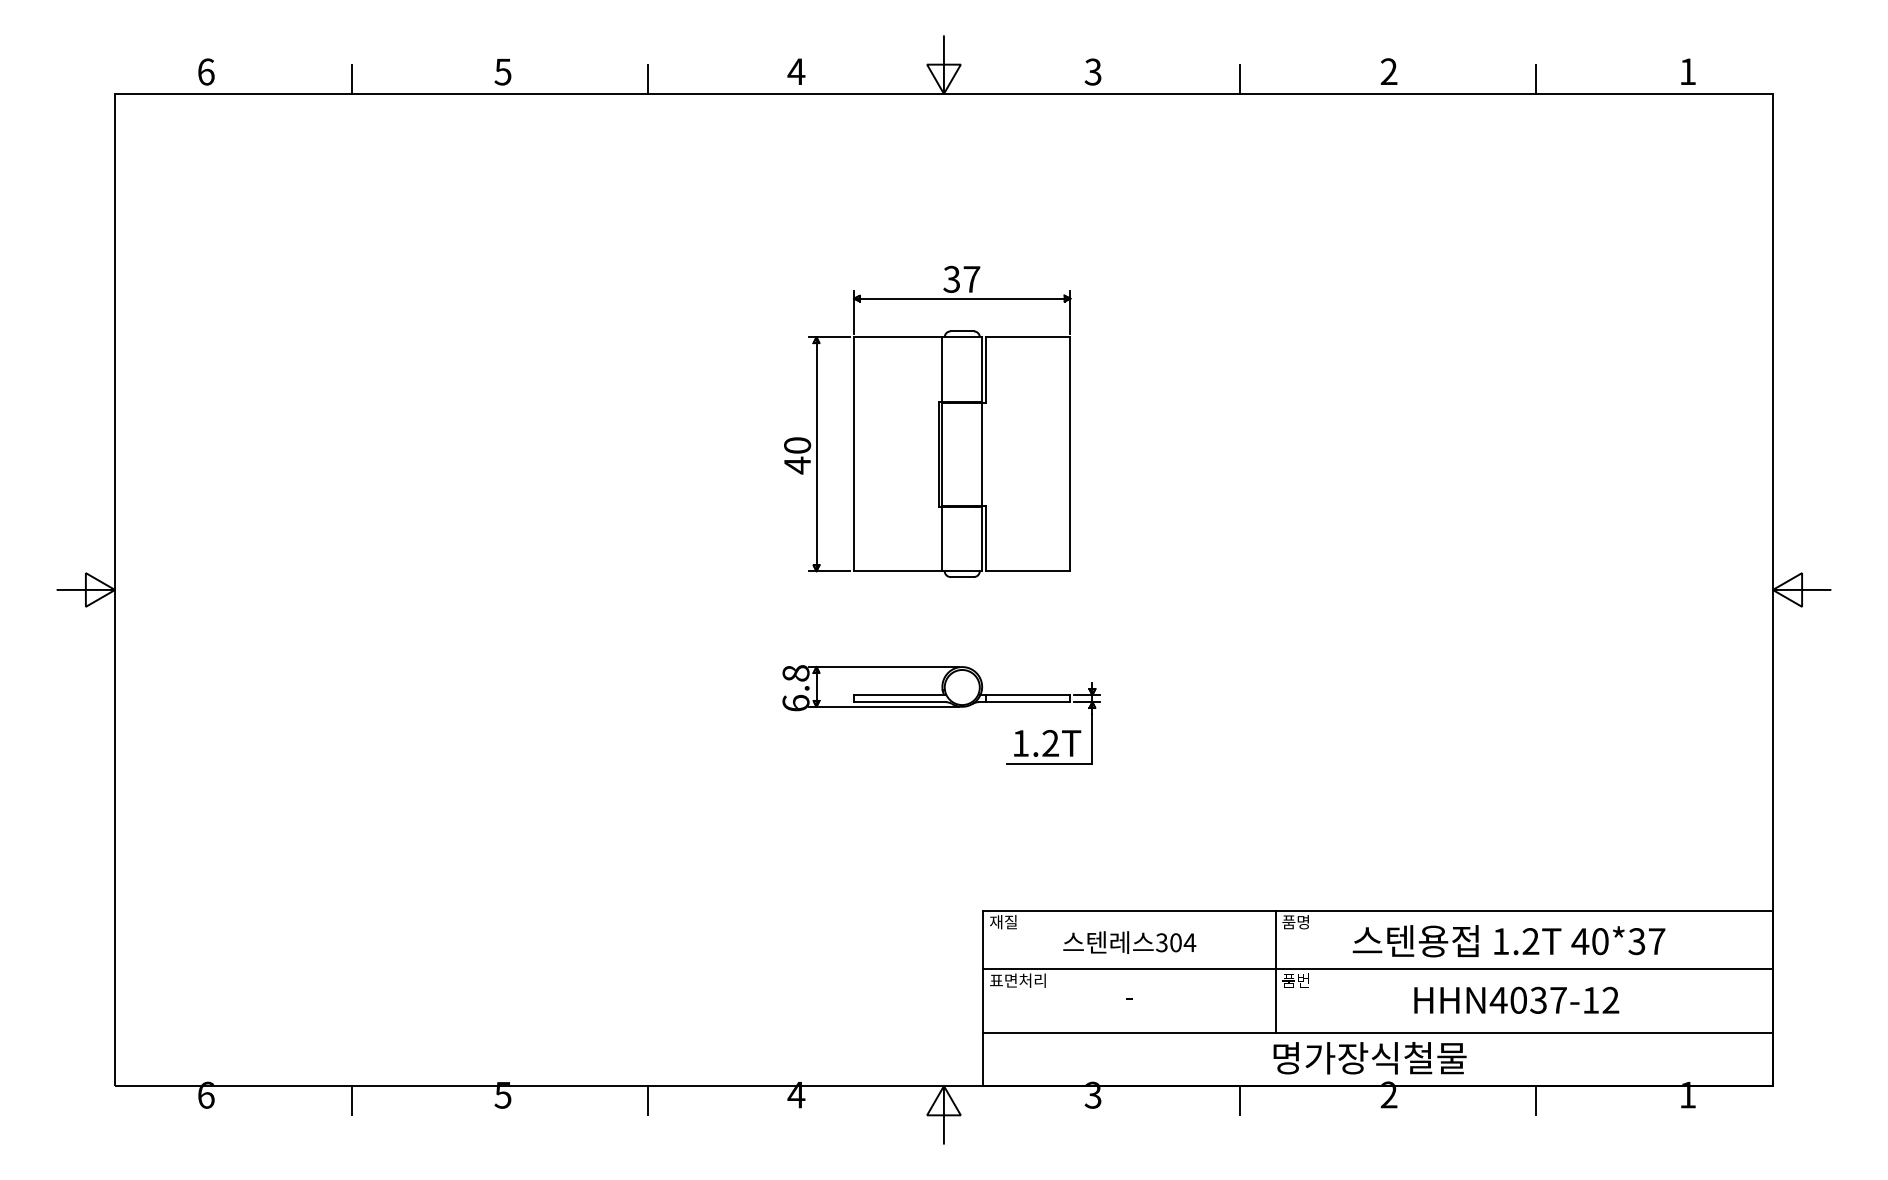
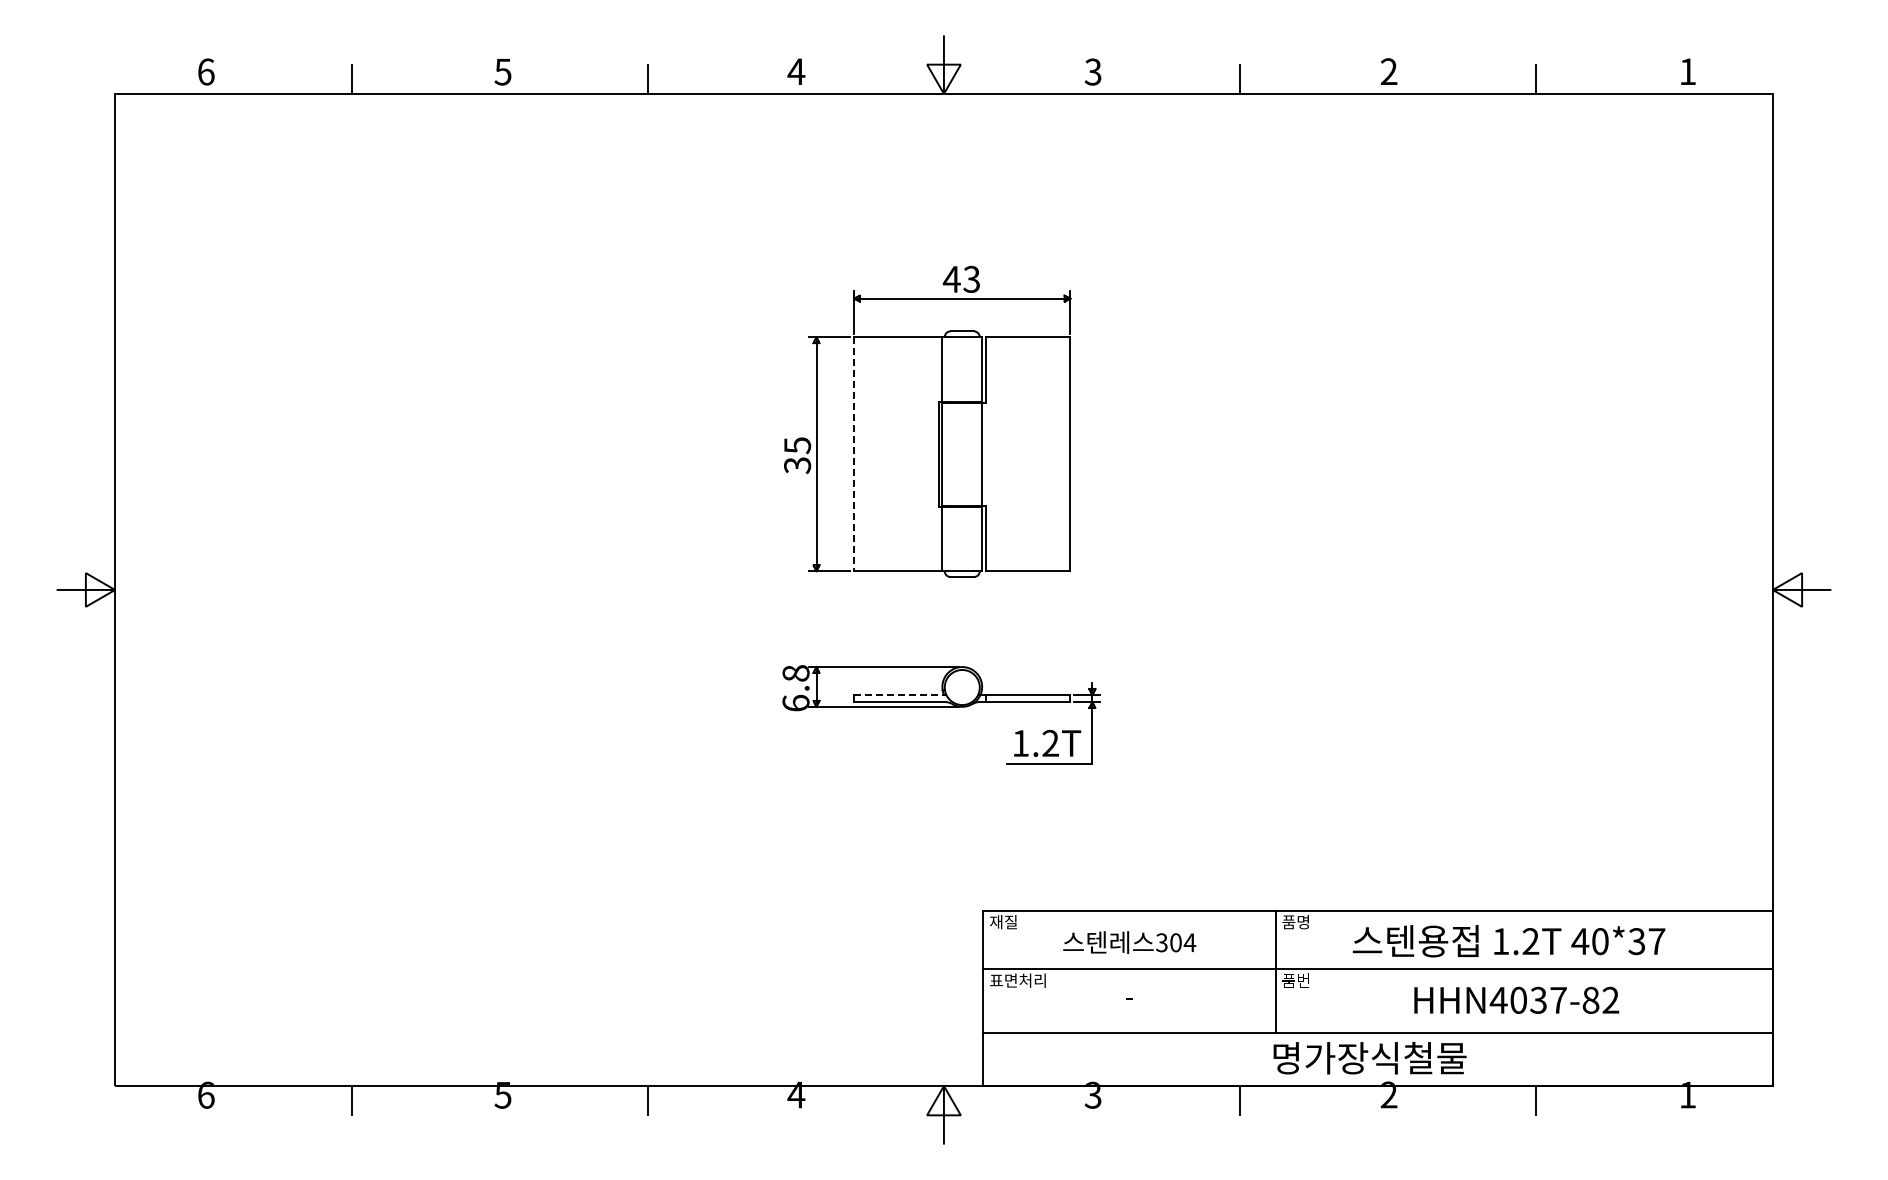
text at (961, 278): 37 -> 43
line at (854, 454): solid -> dashed
text at (797, 455): 40 -> 35
line at (900, 695): solid -> dashed
text at (1590, 999): HHN4037-12 -> HHN4037-82
